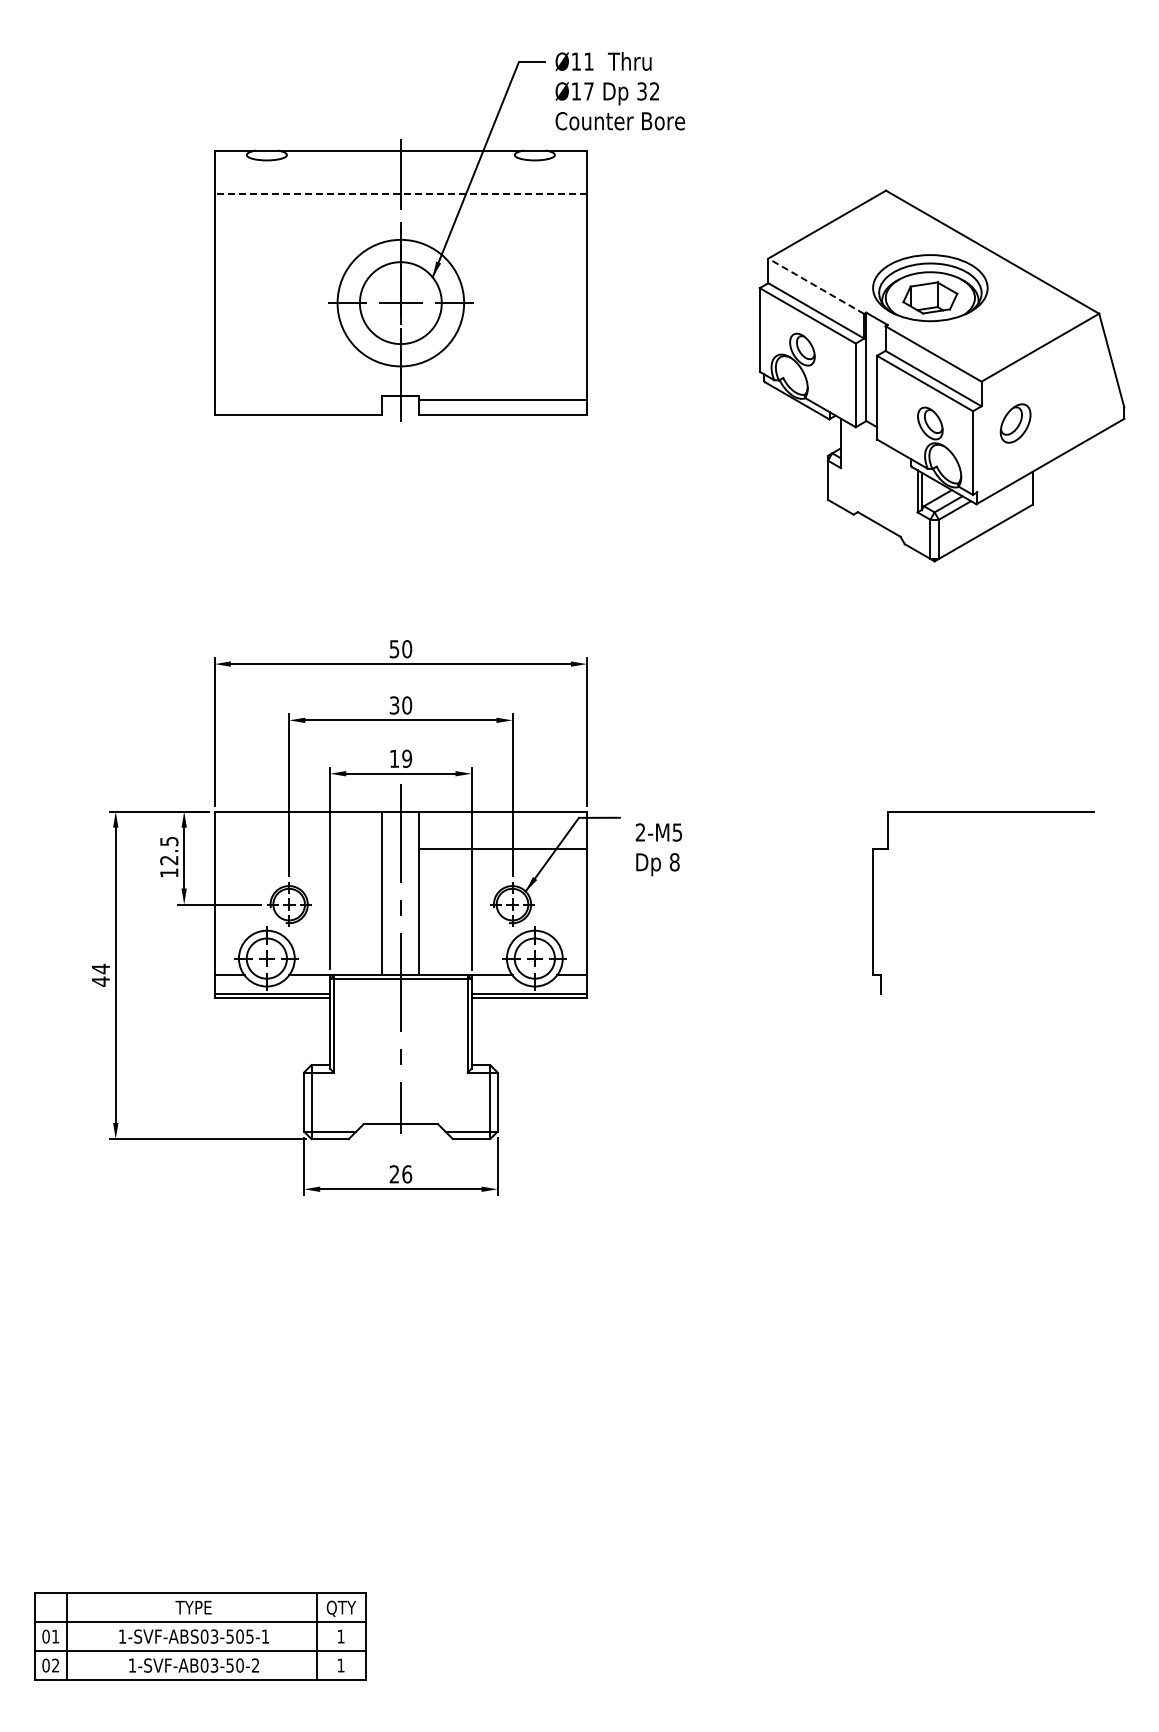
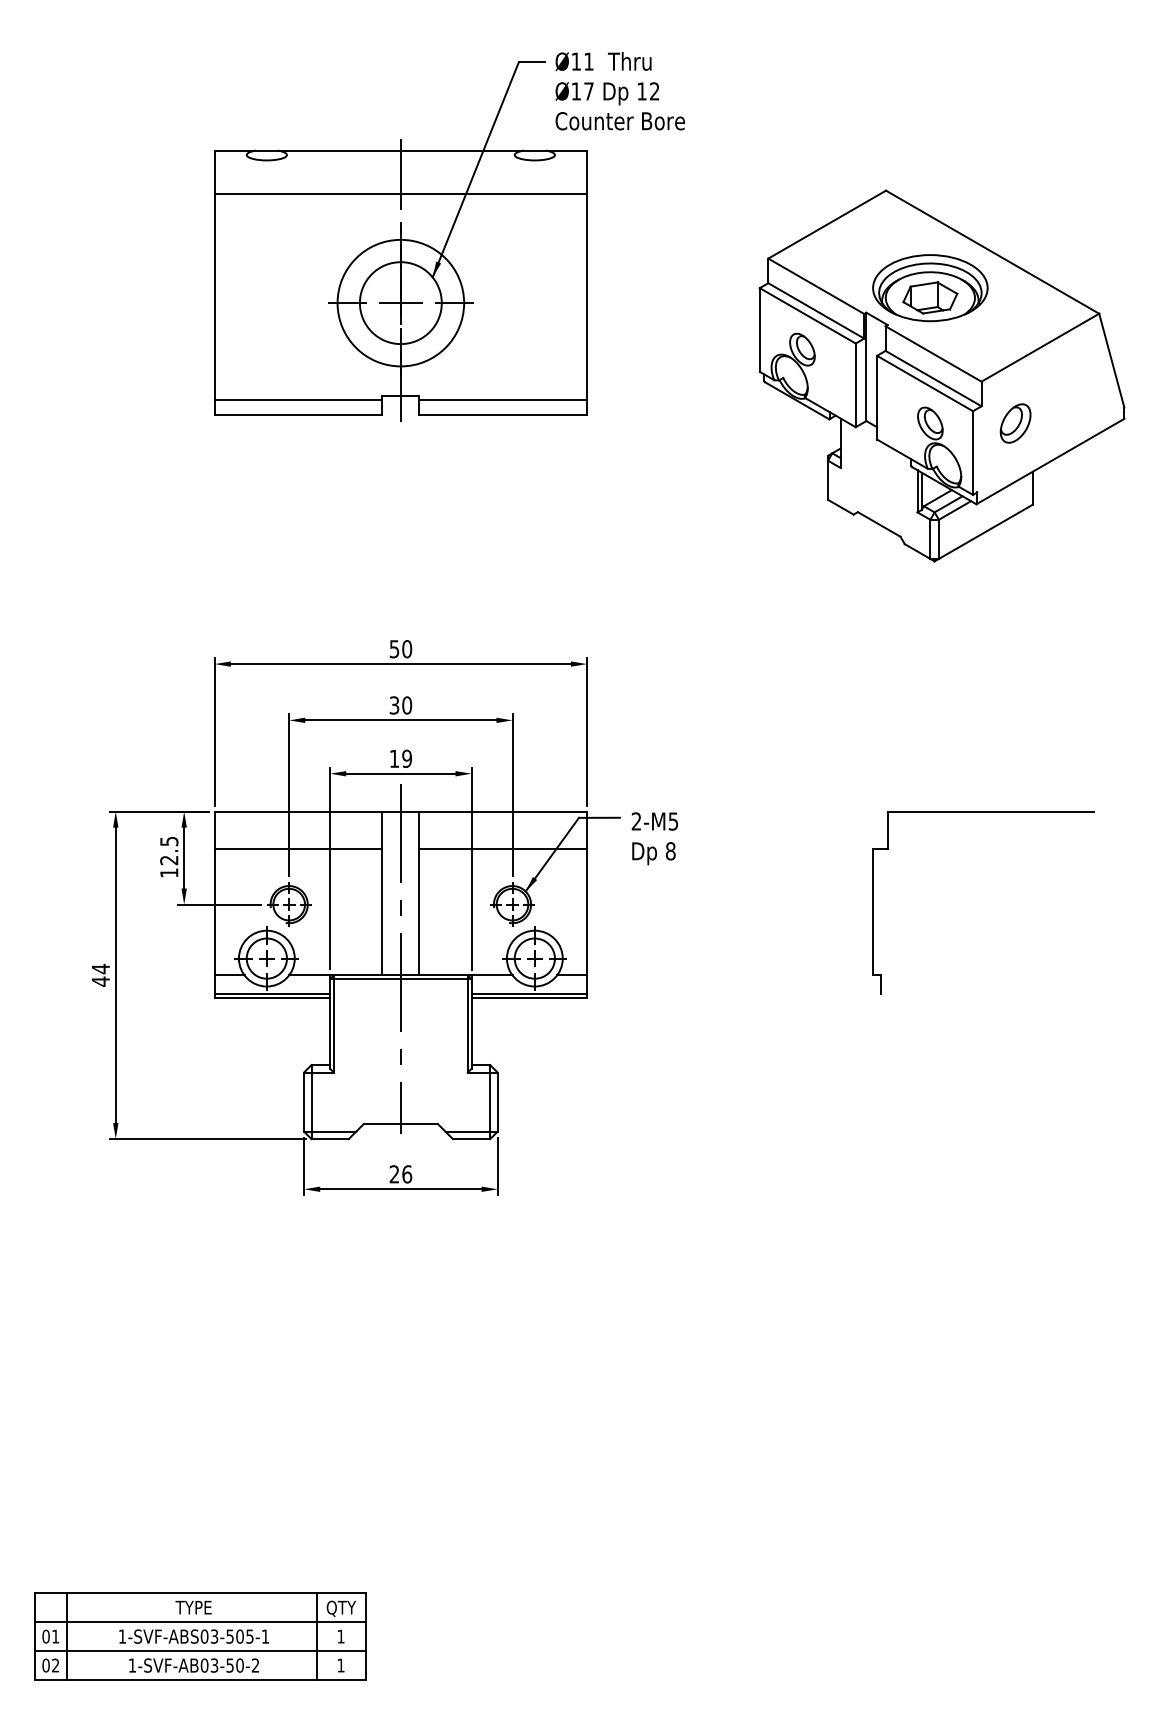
text at (641, 91): 32 -> 12
line at (400, 194): dashed -> solid
line at (815, 286): dashed -> solid
line at (298, 399): none -> present
line at (298, 848): none -> present
text at (658, 849) position: (658, 849) -> (654, 838)
